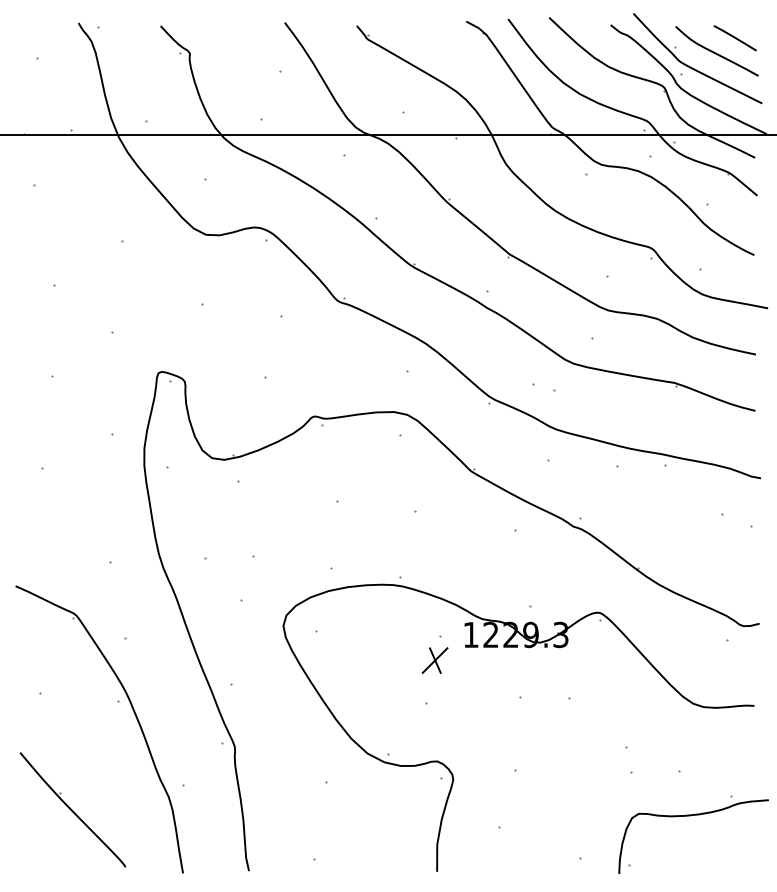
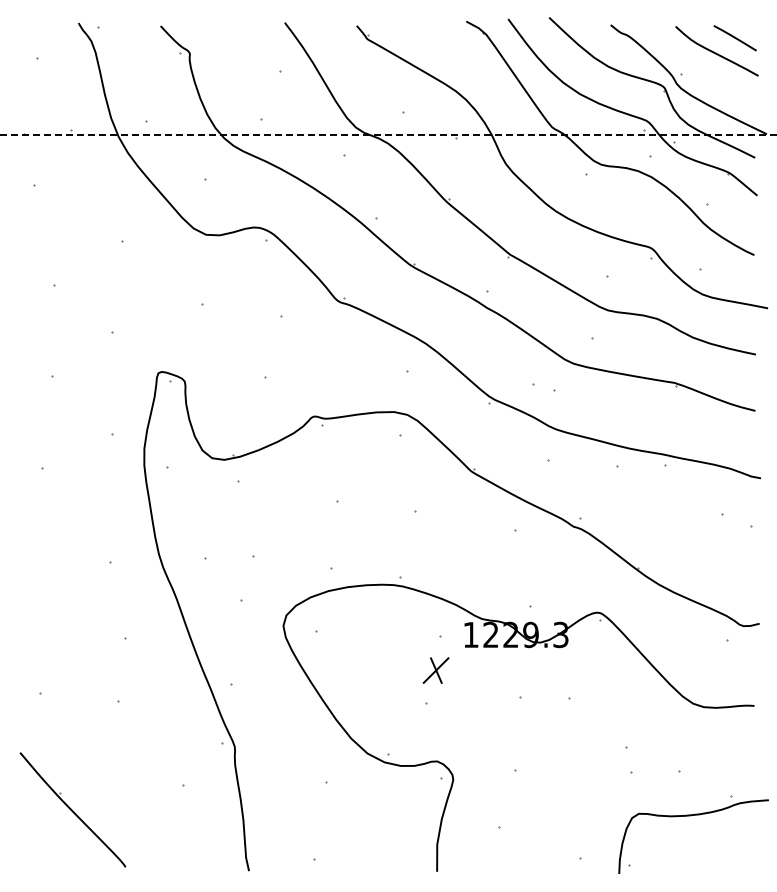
part at (692, 67): present -> none
line at (388, 134): solid -> dashed
part at (434, 660) position: (434, 660) -> (435, 670)
part at (135, 717): present -> none
